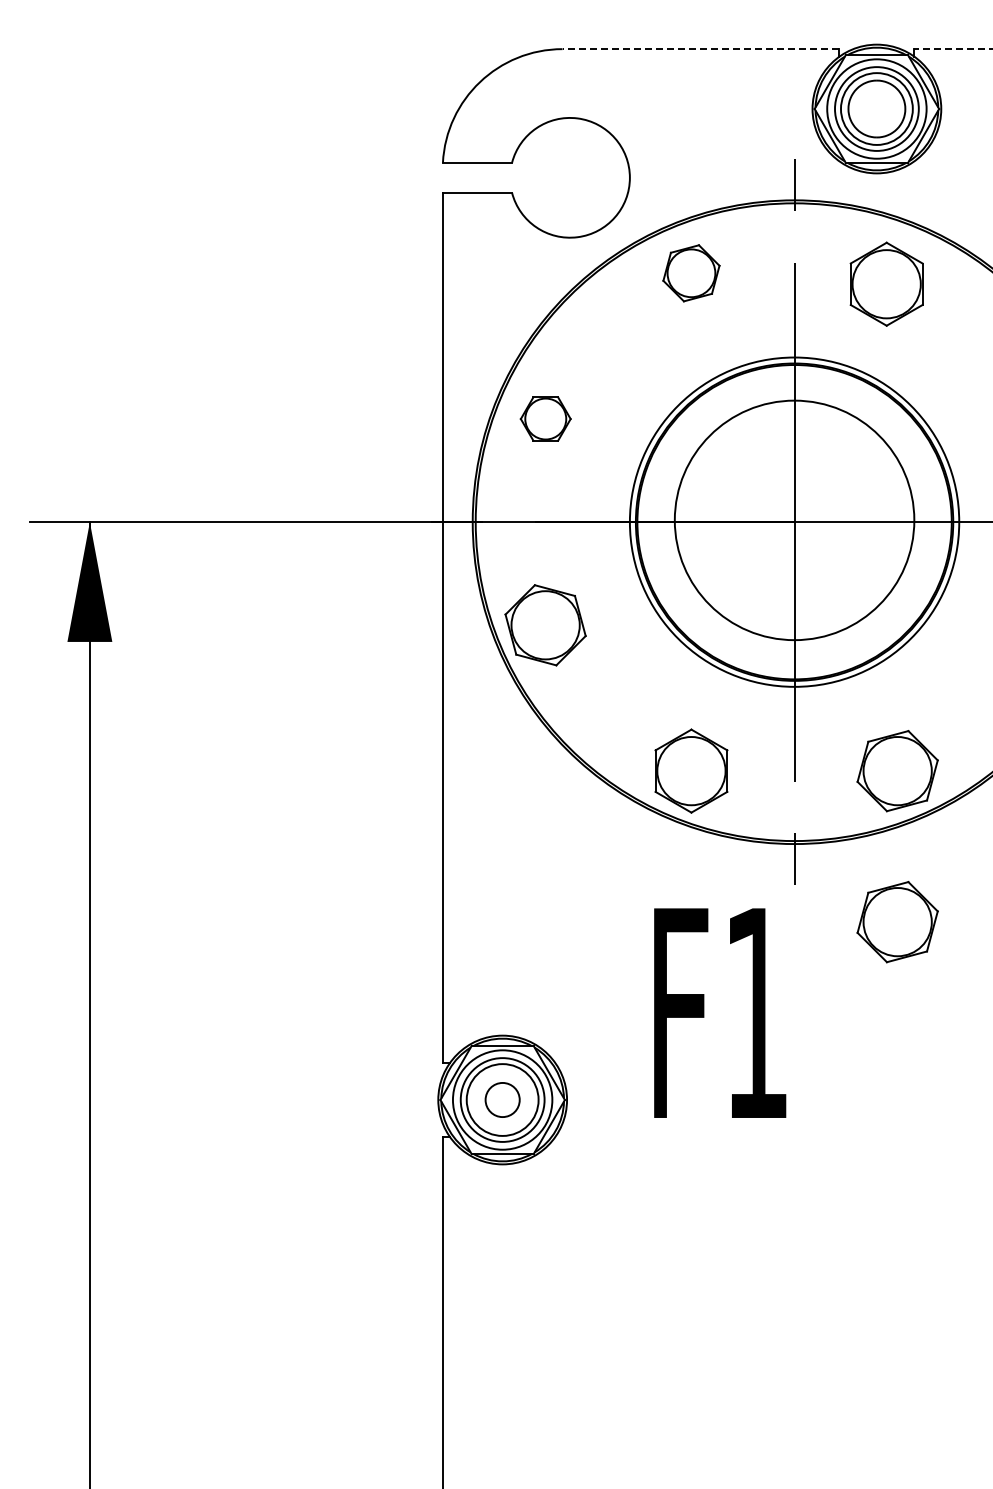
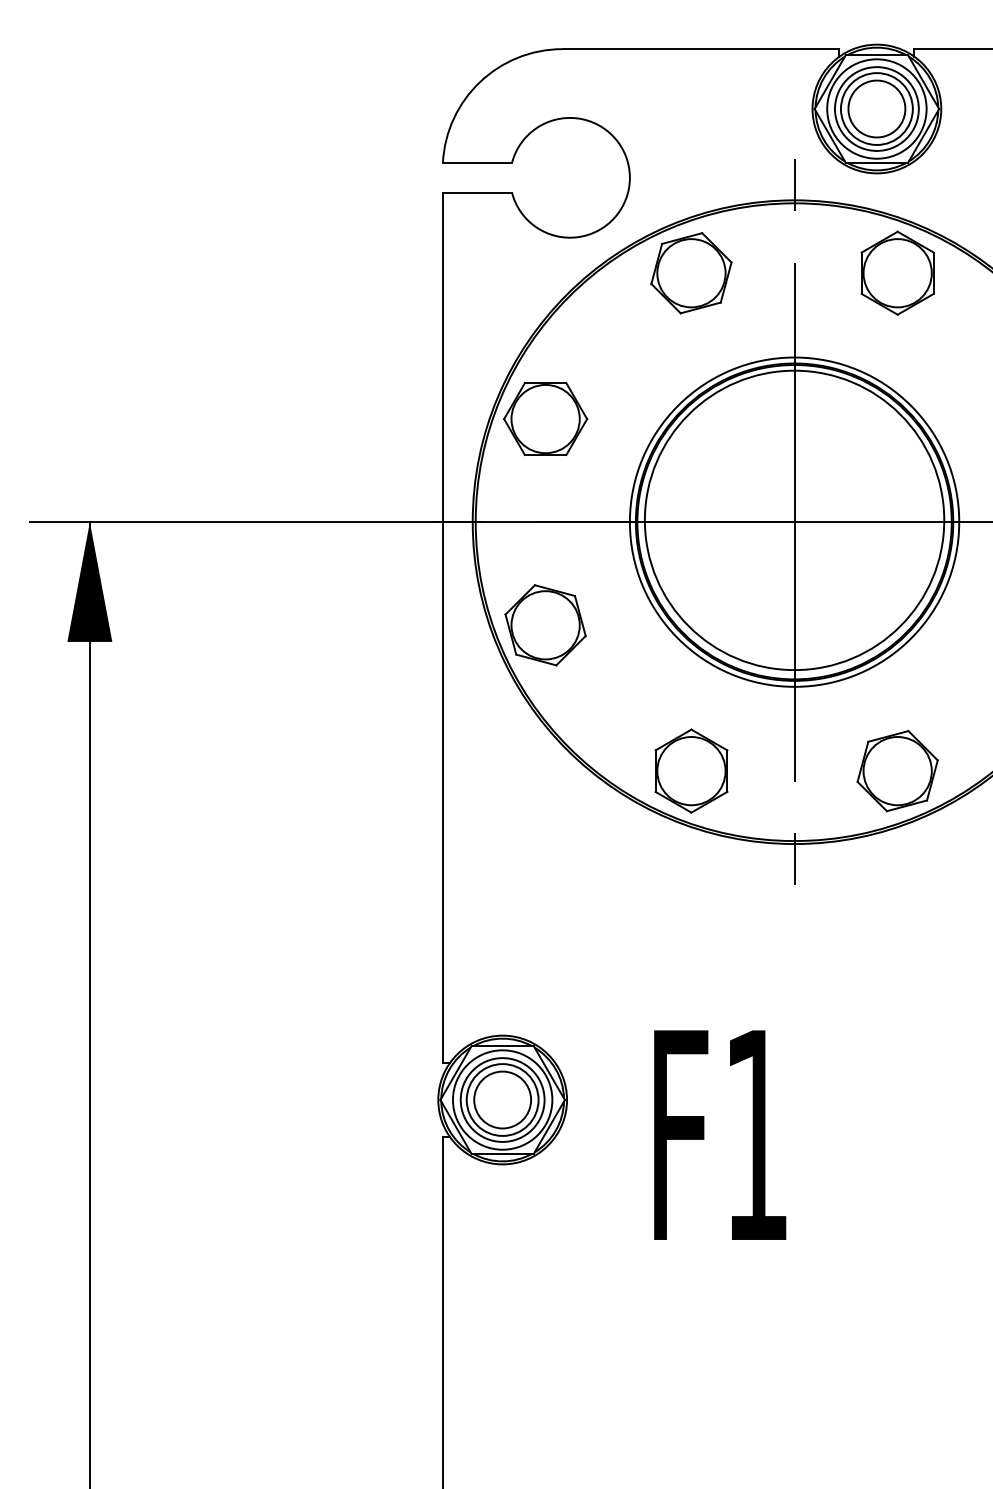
line at (700, 49): dashed -> solid
line at (953, 49): dashed -> solid
part at (691, 273) size: 59x59 px -> 83x83 px
part at (886, 283) position: (886, 283) -> (897, 272)
part at (545, 418) size: 53x46 px -> 86x74 px
circle at (794, 520) diameter: 240 px -> 299 px
part at (897, 922): present -> none
text at (720, 1012) position: (720, 1012) -> (720, 1134)
circle at (502, 1099) diameter: 34 px -> 57 px
